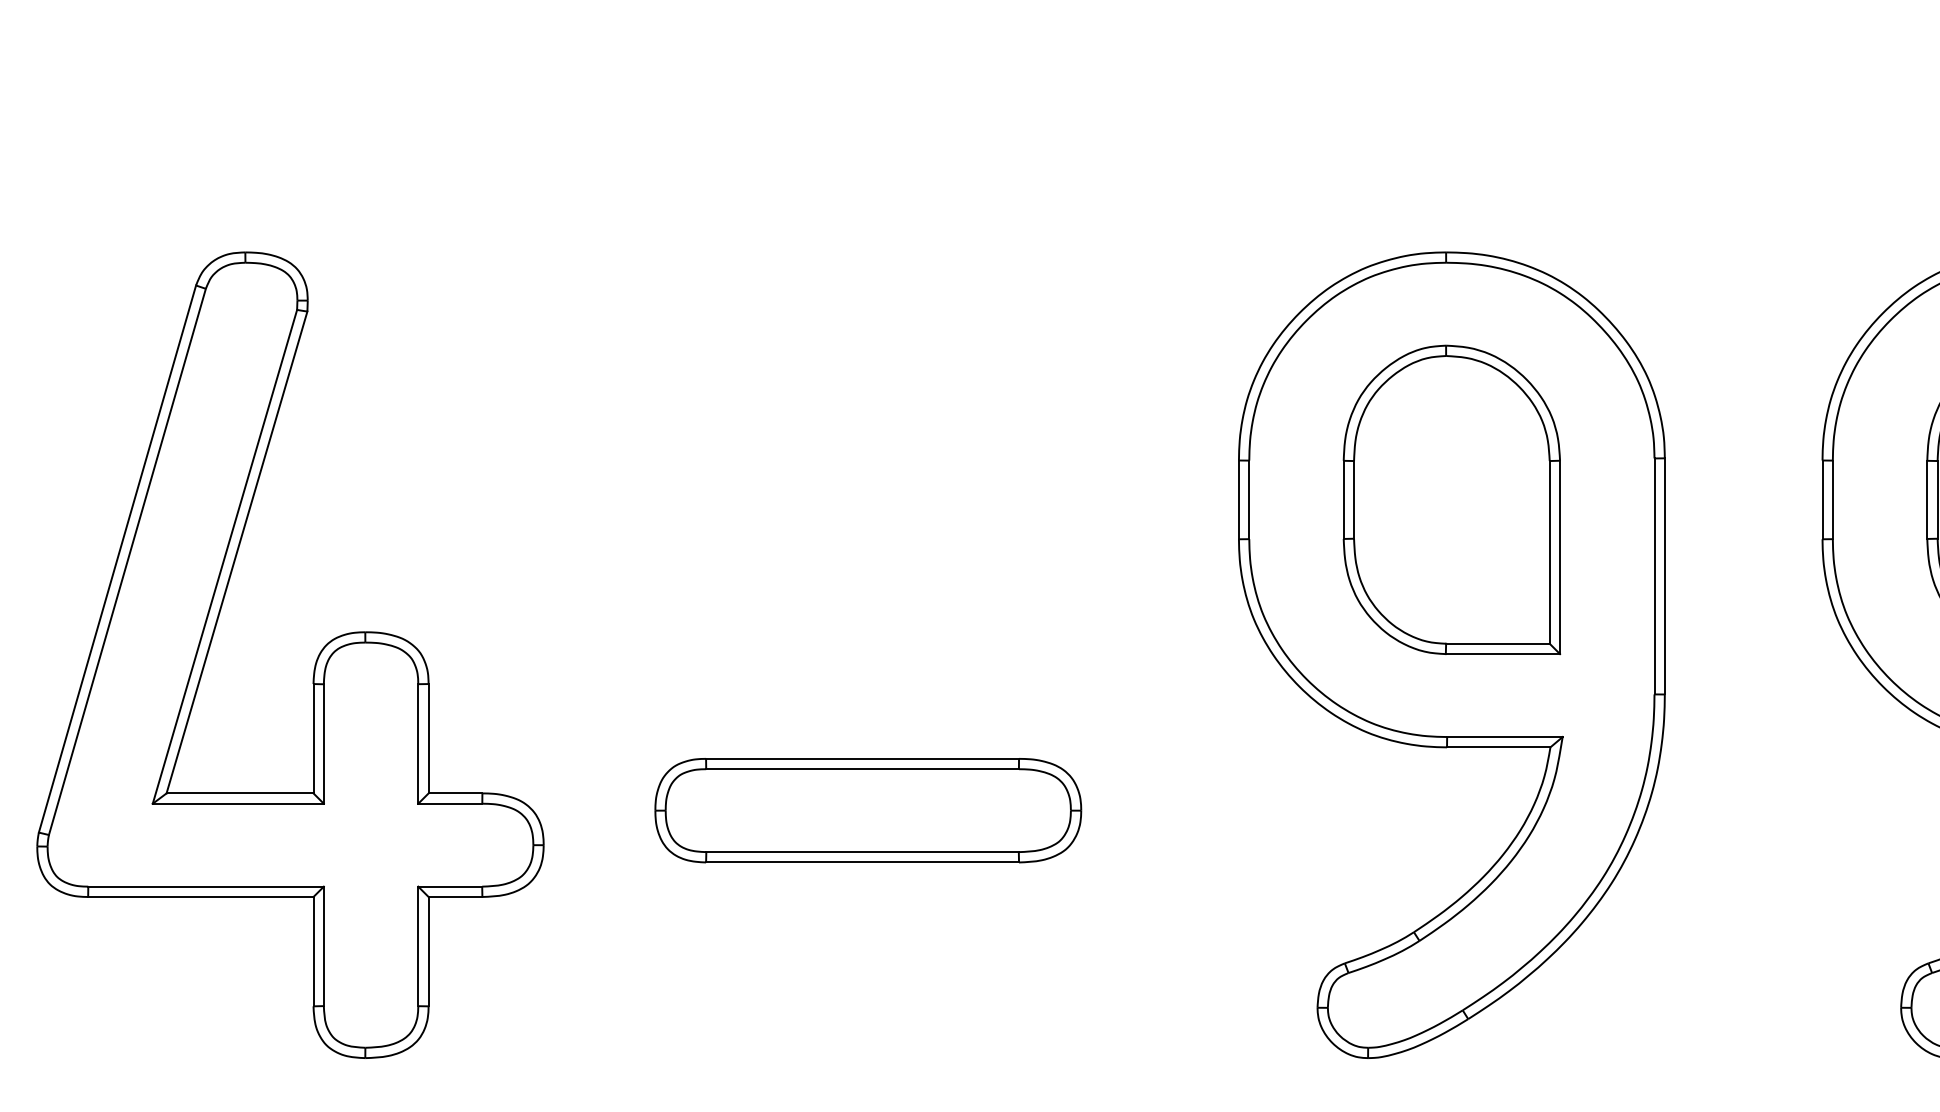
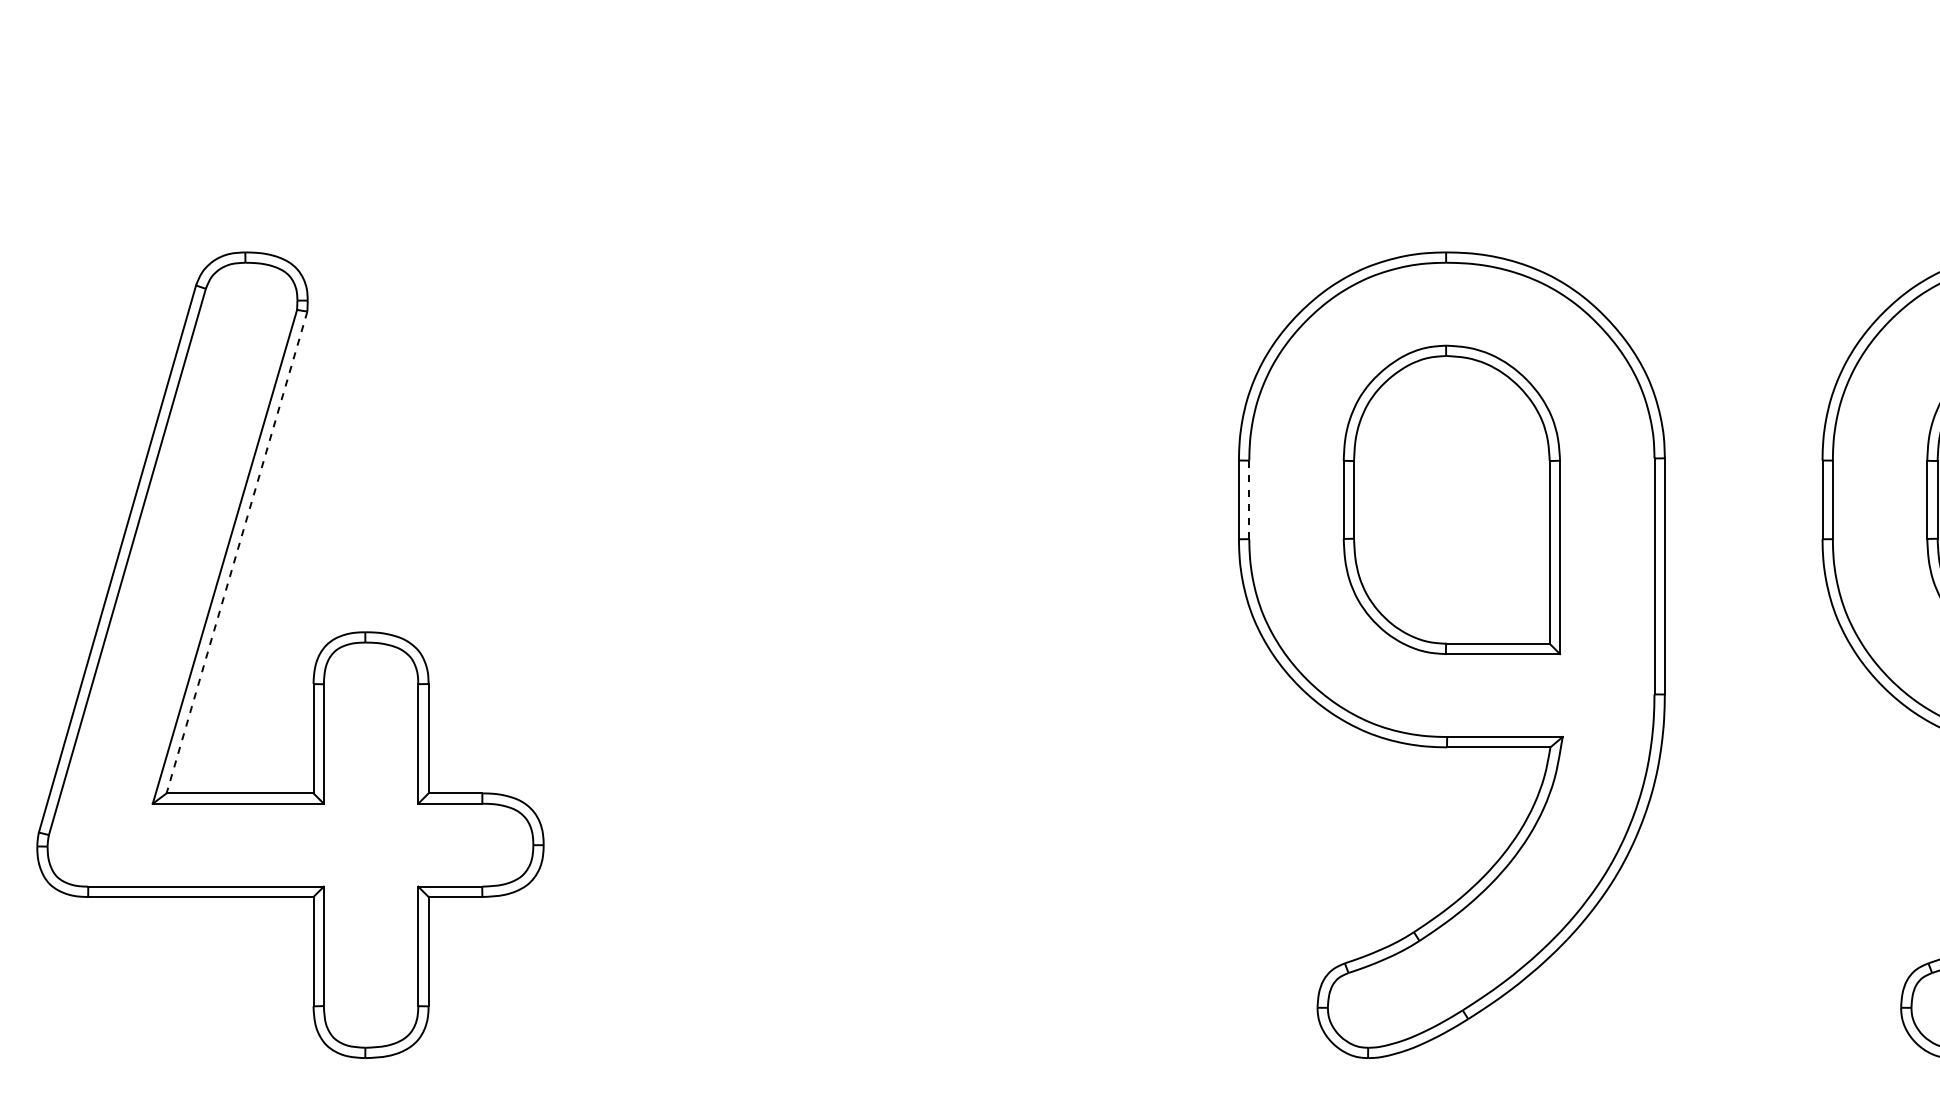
line at (1249, 499): solid -> dashed
line at (237, 552): solid -> dashed
part at (868, 810): present -> none
